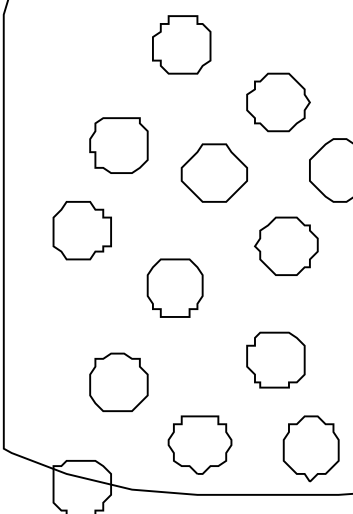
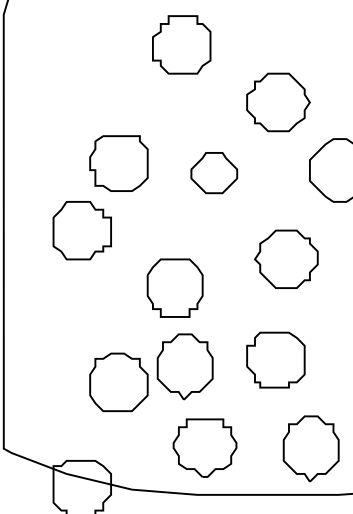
part at (118, 145) position: (118, 145) -> (118, 163)
part at (213, 172) size: 68x60 px -> 49x43 px
part at (286, 245) position: (286, 245) -> (286, 258)
part at (184, 366): none -> present
part at (199, 444) position: (199, 444) -> (204, 447)
